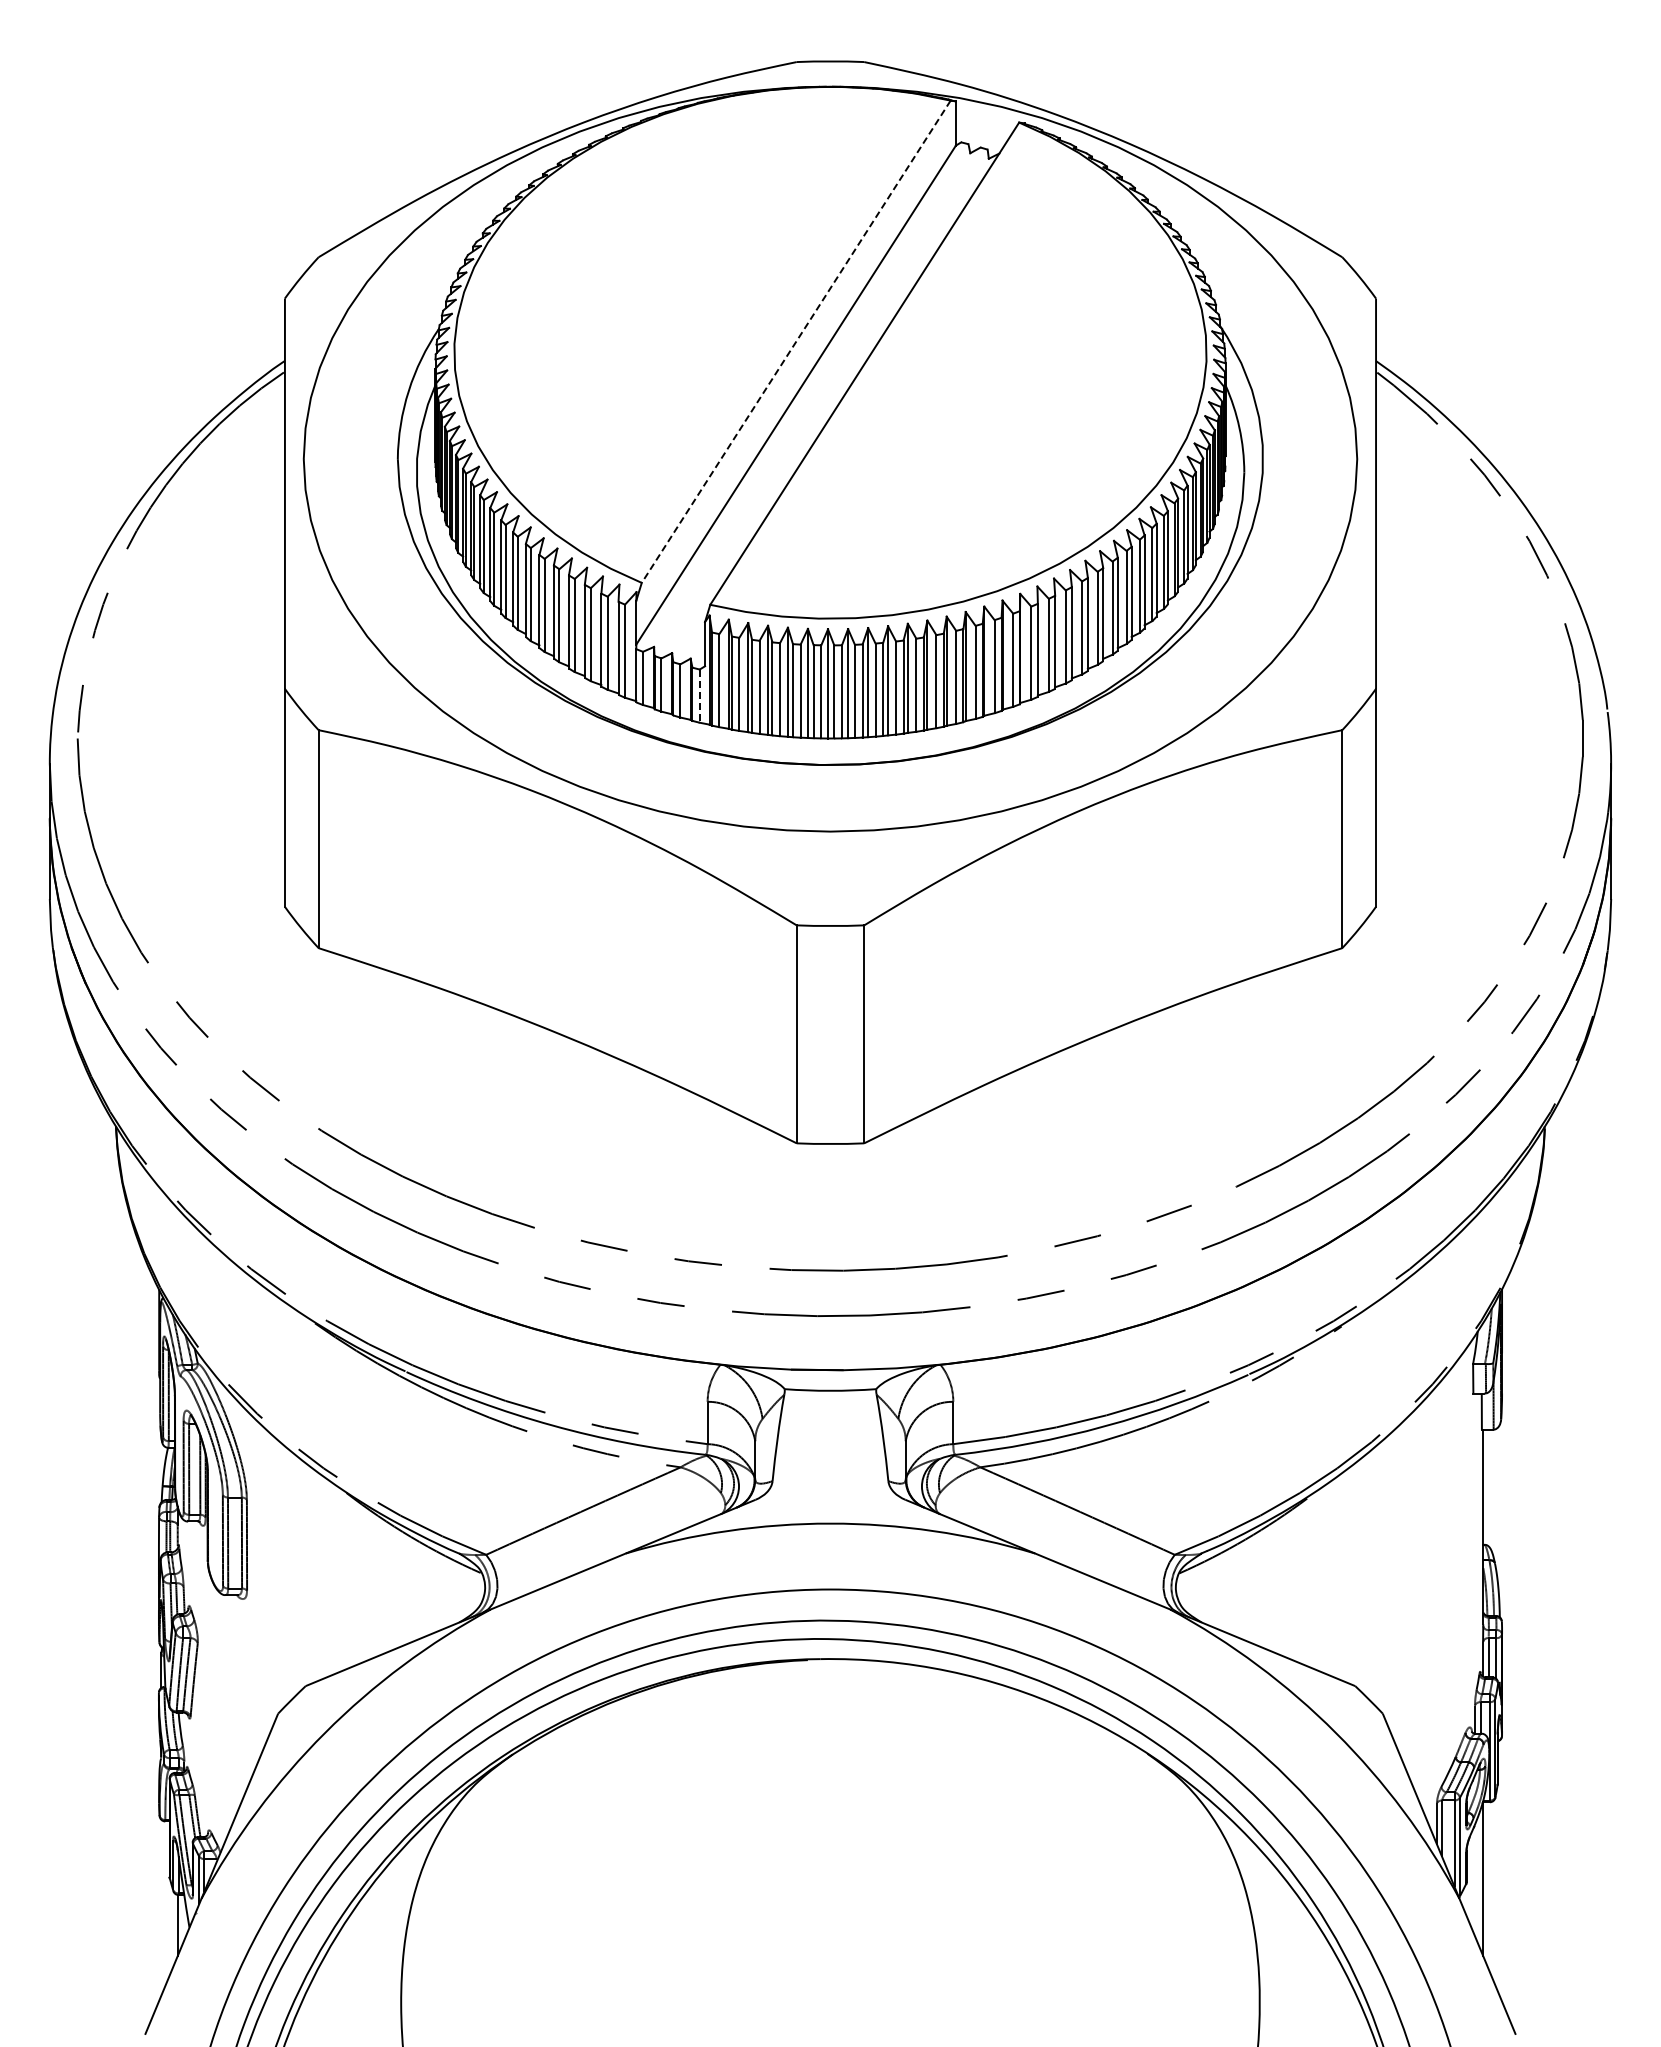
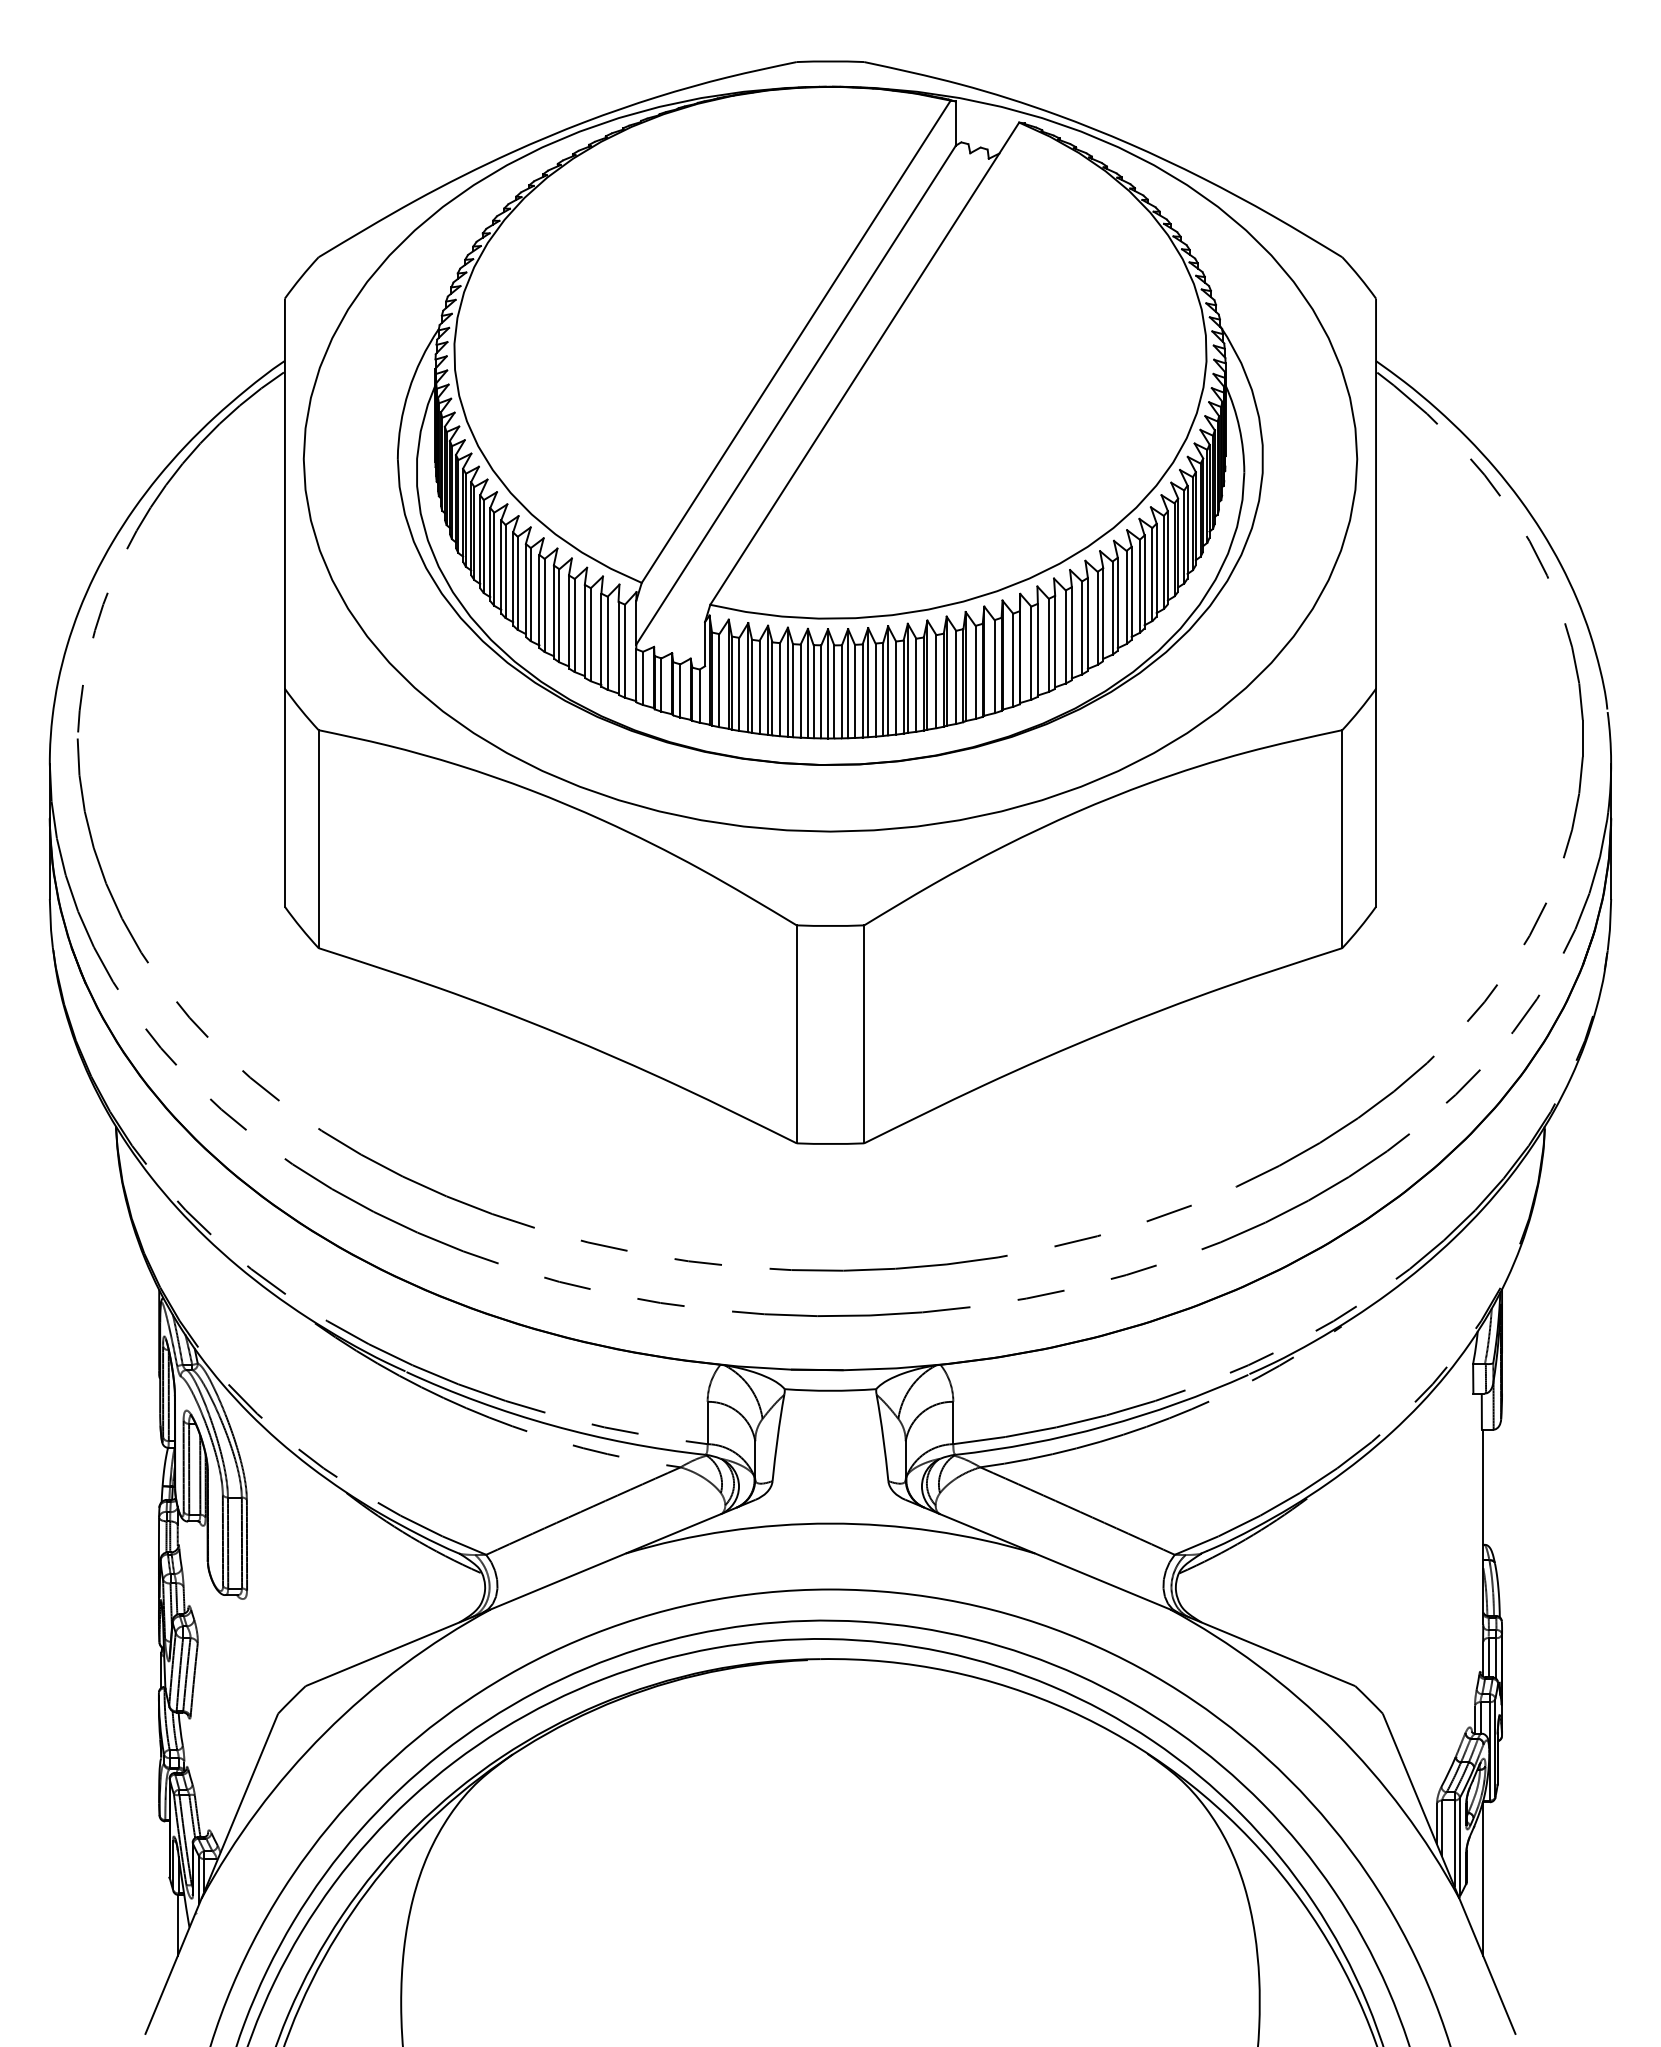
line at (795, 342): dashed -> solid
line at (699, 696): dashed -> solid
